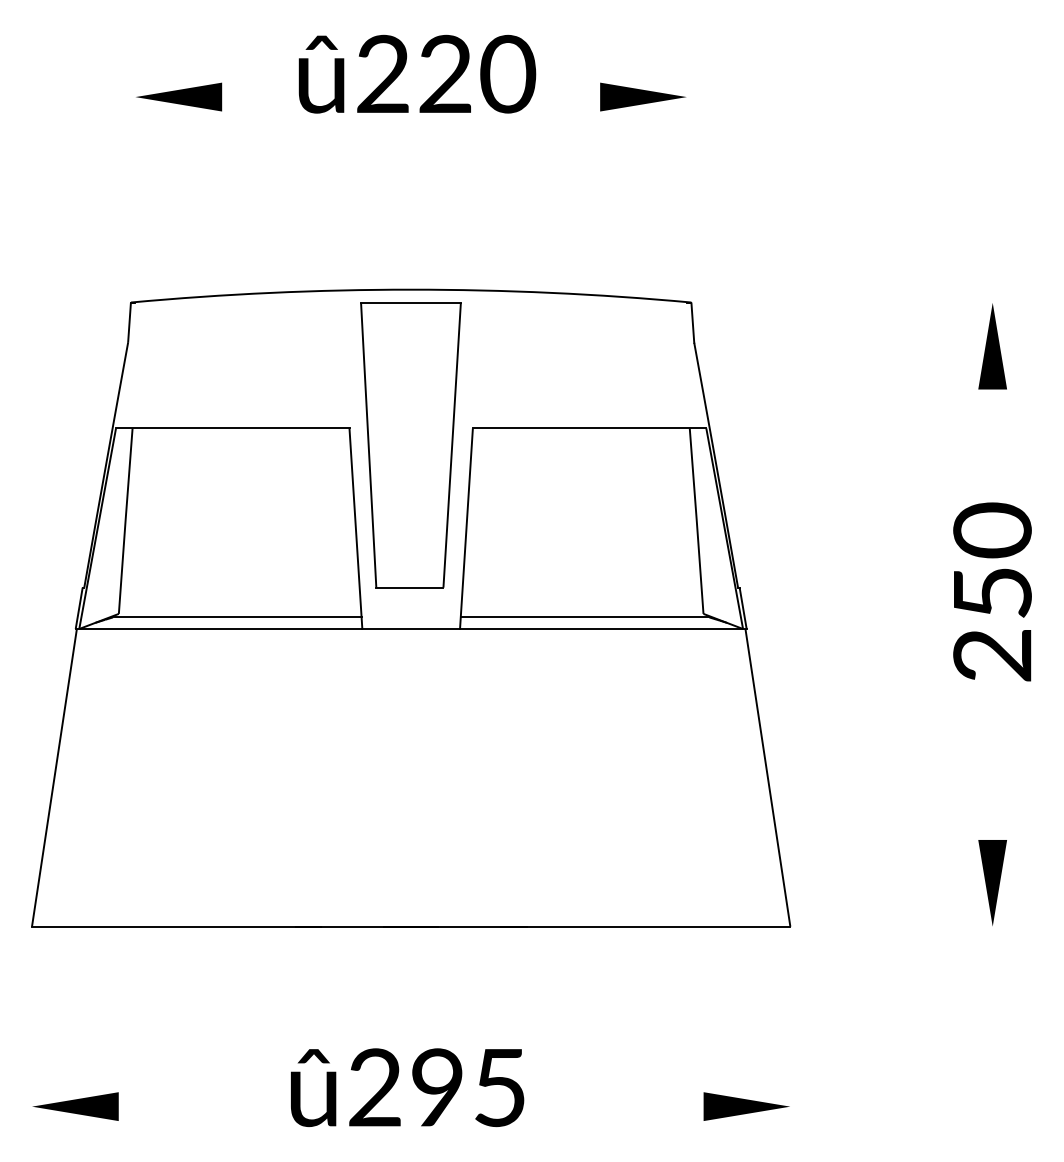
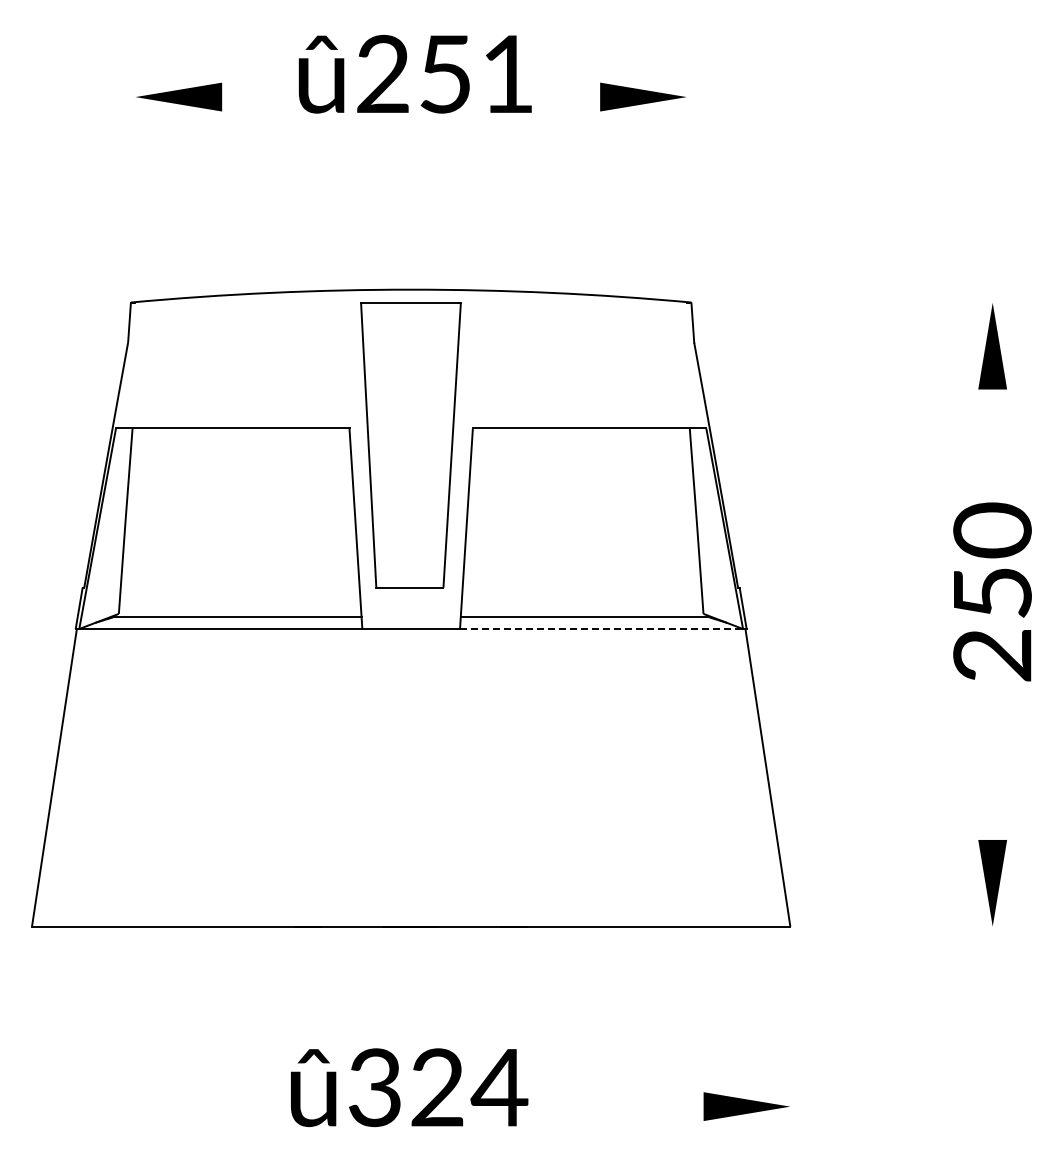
text at (477, 73): 220 -> 251
line at (600, 628): solid -> dashed
text at (438, 1087): 295 -> 324
part at (75, 1106): present -> none
